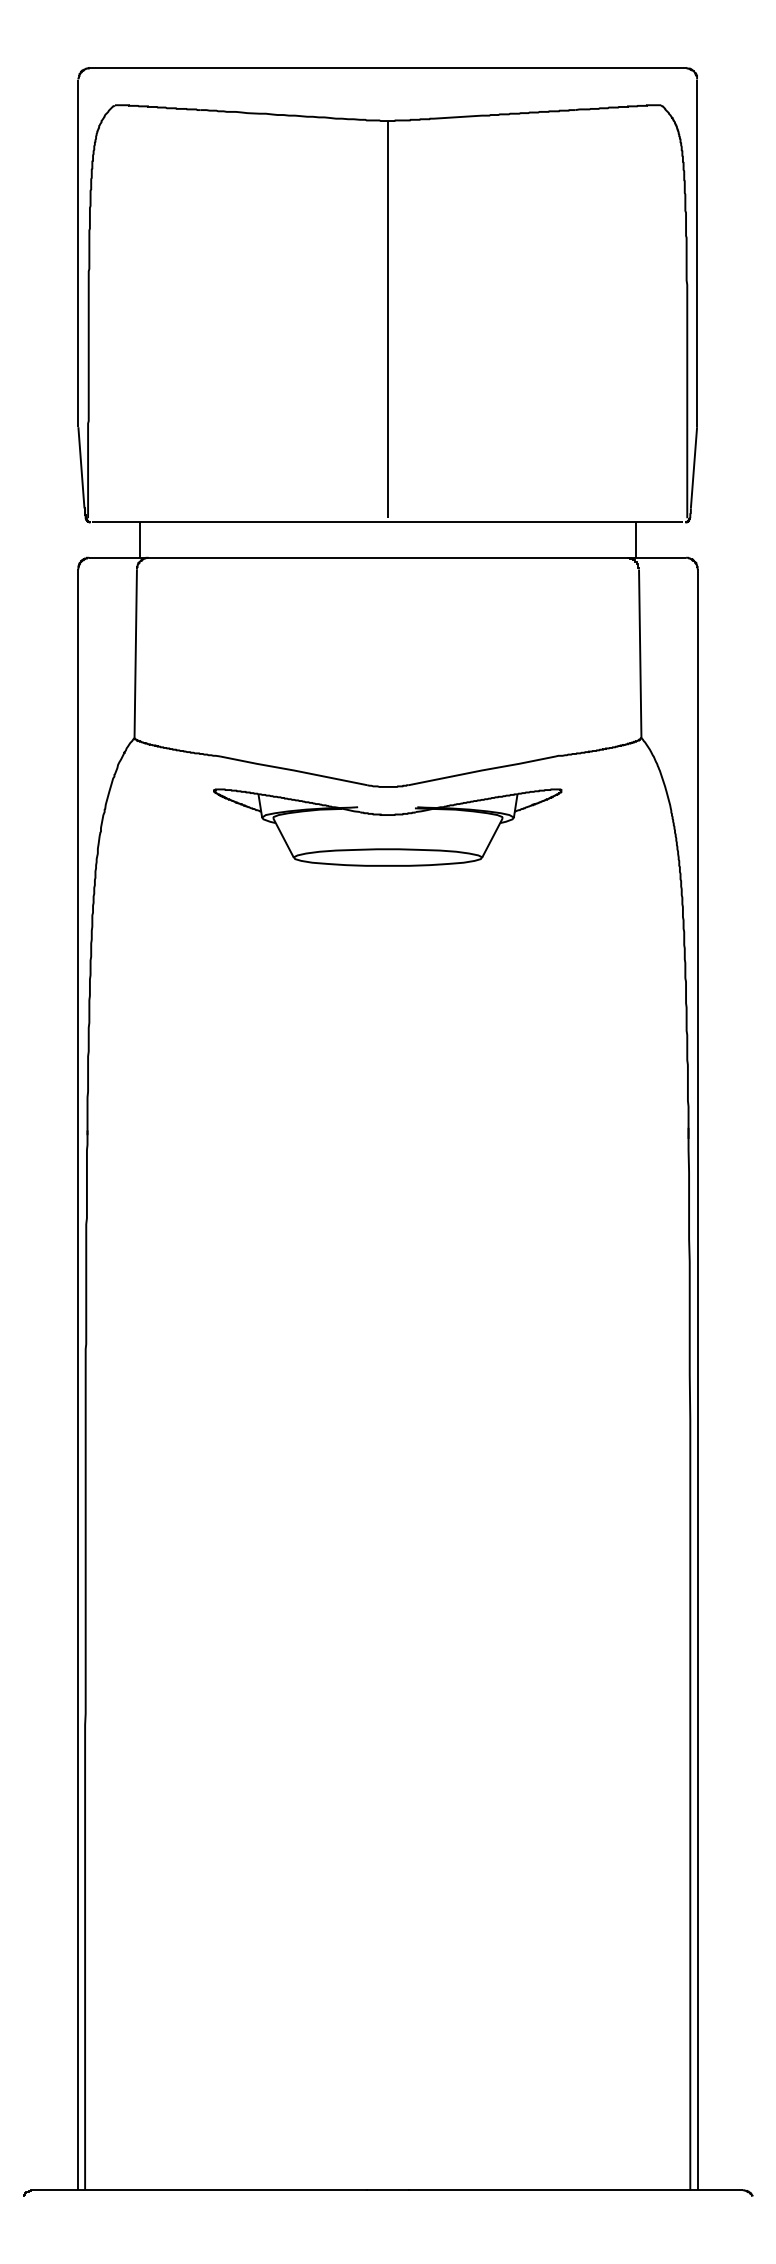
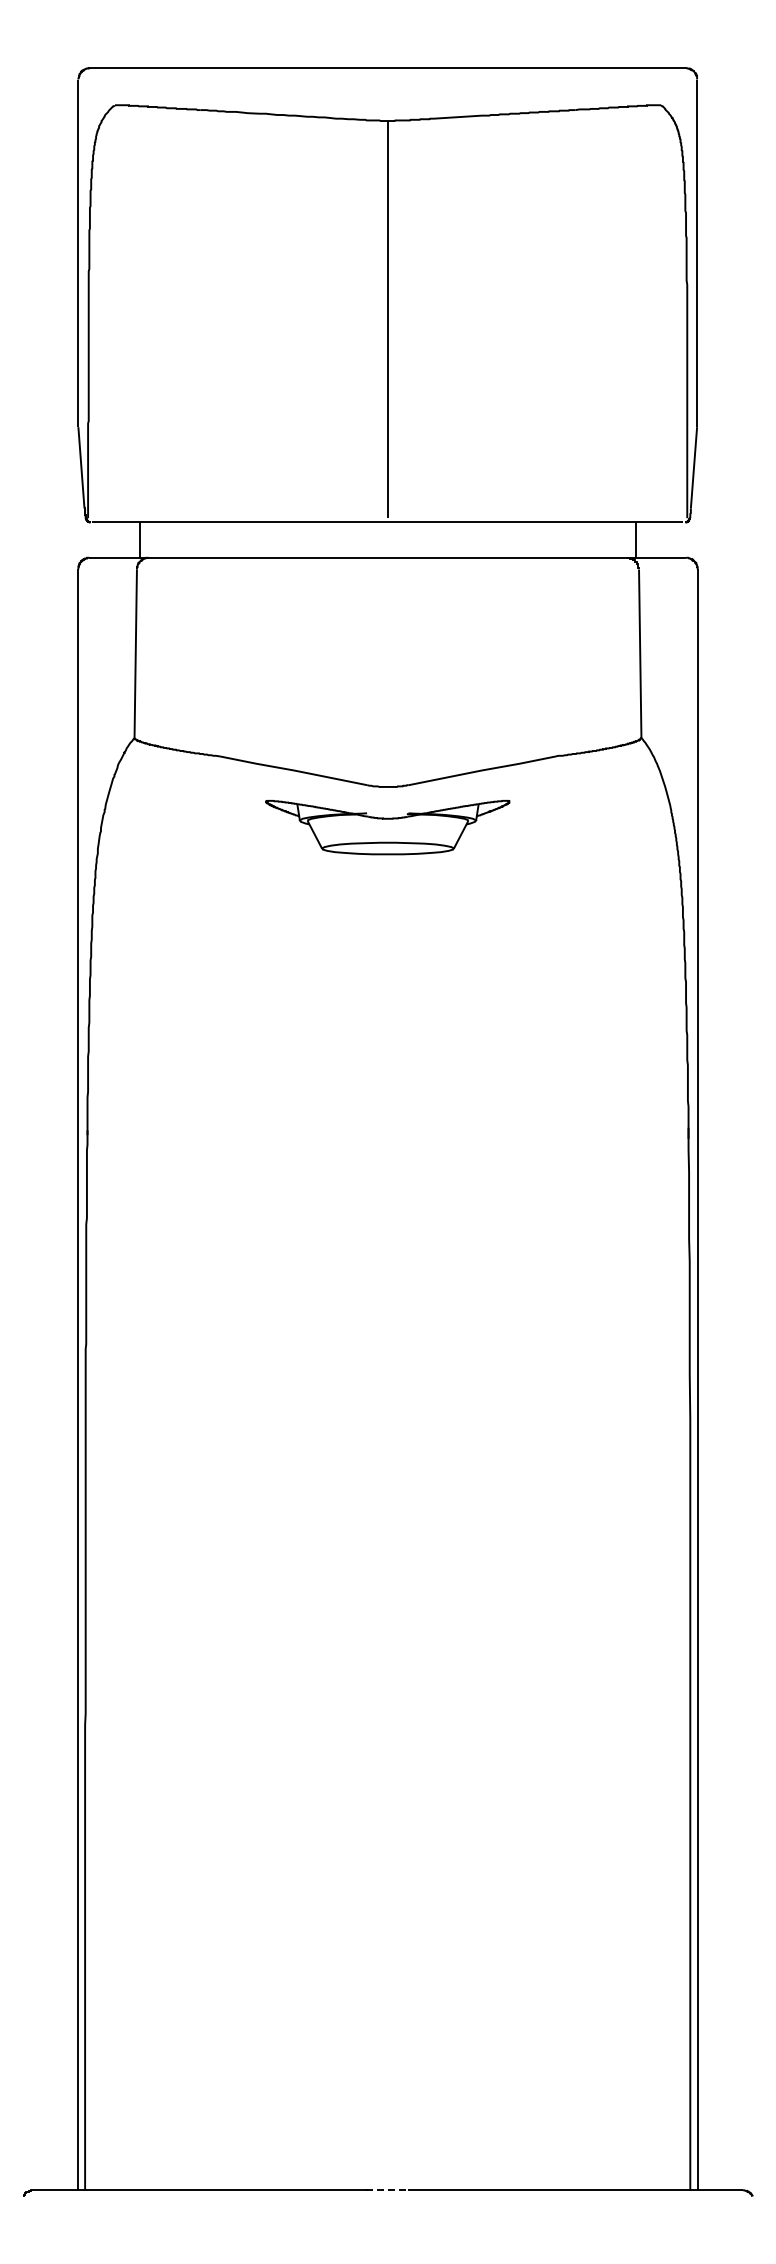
part at (387, 827) size: 350x79 px -> 246x56 px
line at (388, 2190): solid -> dashed
